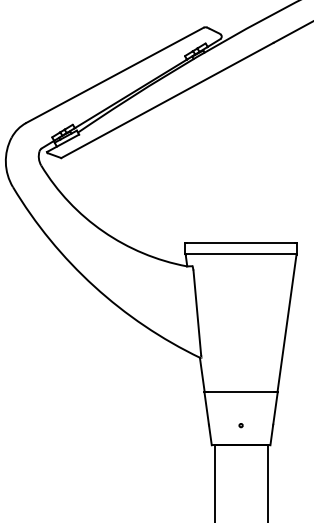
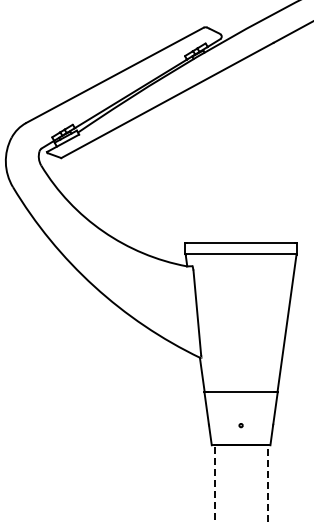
line at (267, 483): solid -> dashed
line at (214, 484): solid -> dashed
